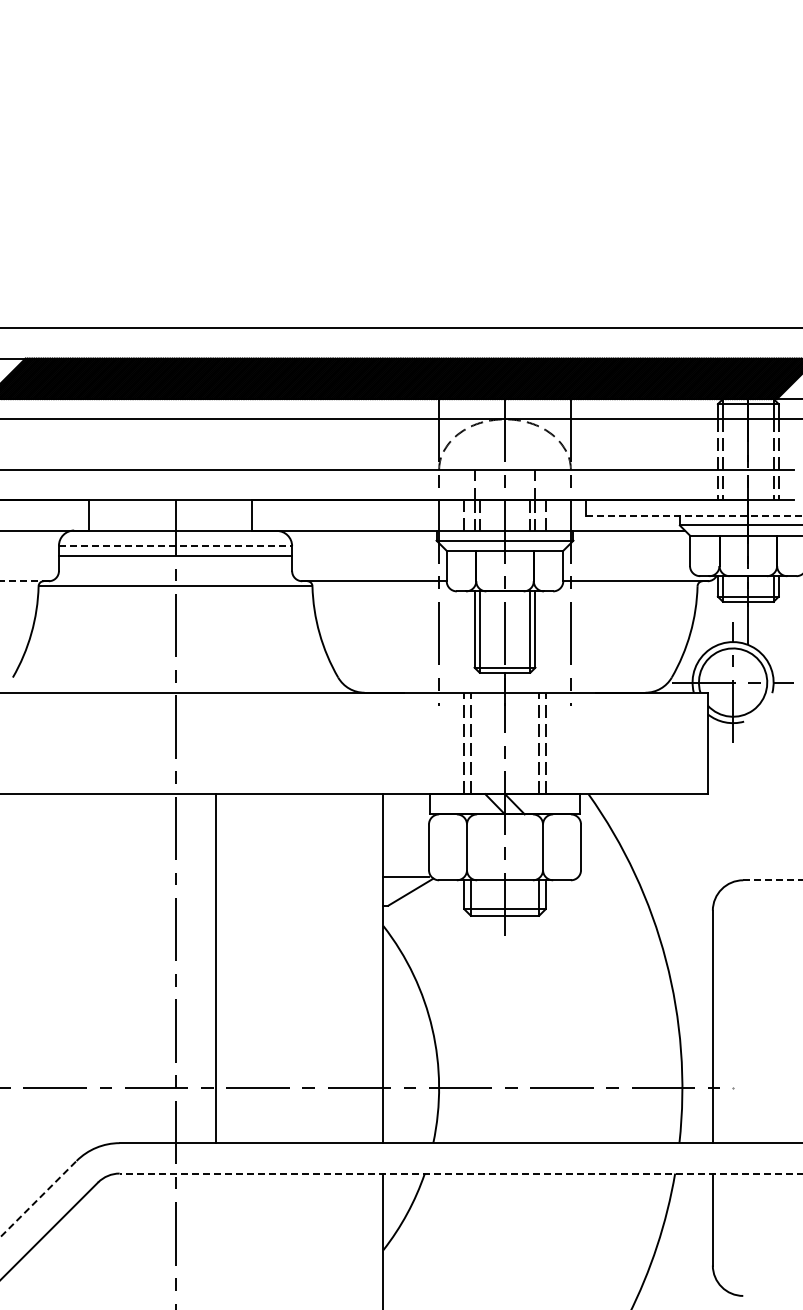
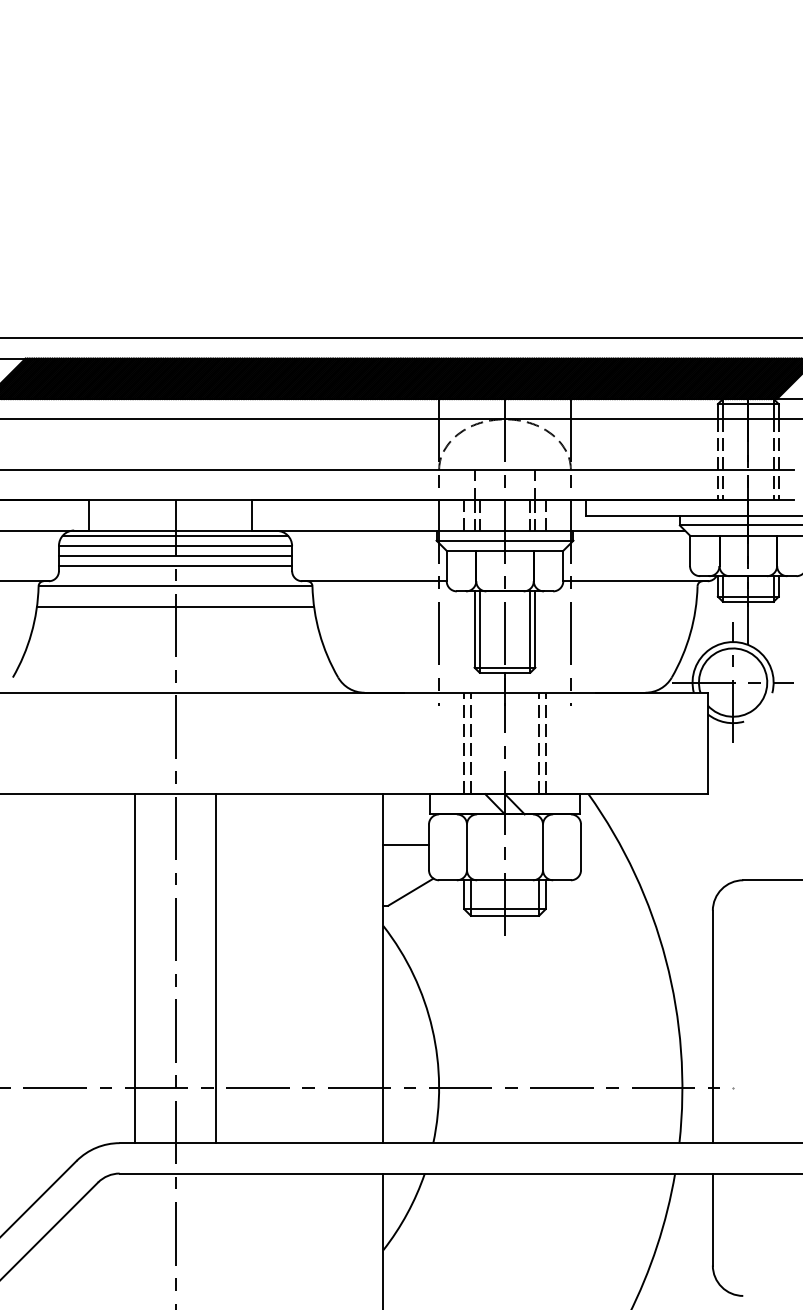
line at (400, 328) position: (400, 328) -> (400, 338)
line at (694, 515): dashed -> solid
line at (174, 535): none -> present
line at (175, 545): dashed -> solid
line at (175, 566): none -> present
line at (23, 581): dashed -> solid
line at (175, 606): none -> present
line at (405, 876) position: (405, 876) -> (405, 844)
line at (773, 880): dashed -> solid
line at (135, 968): none -> present
line at (460, 1173): dashed -> solid
line at (38, 1199): dashed -> solid
